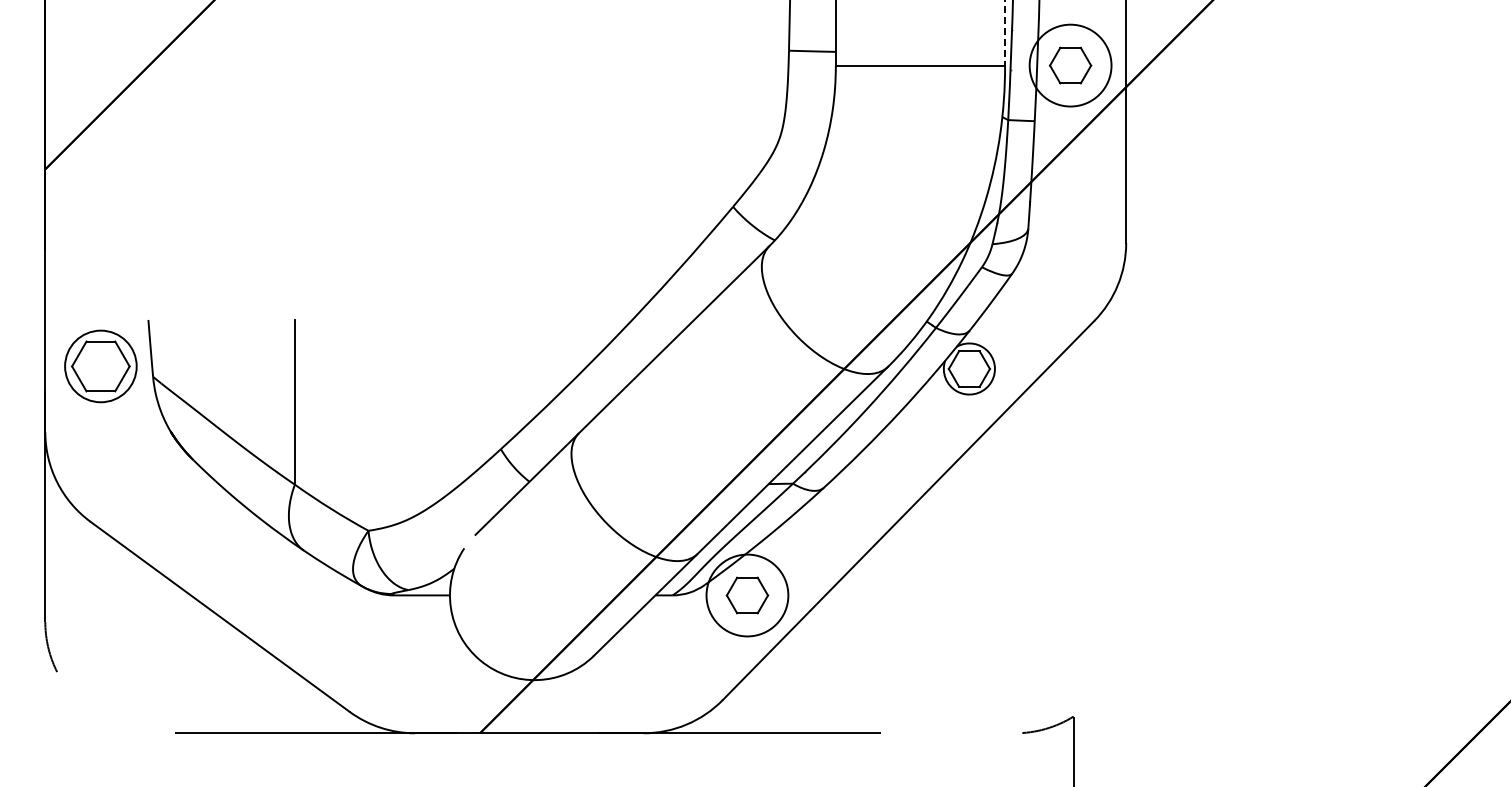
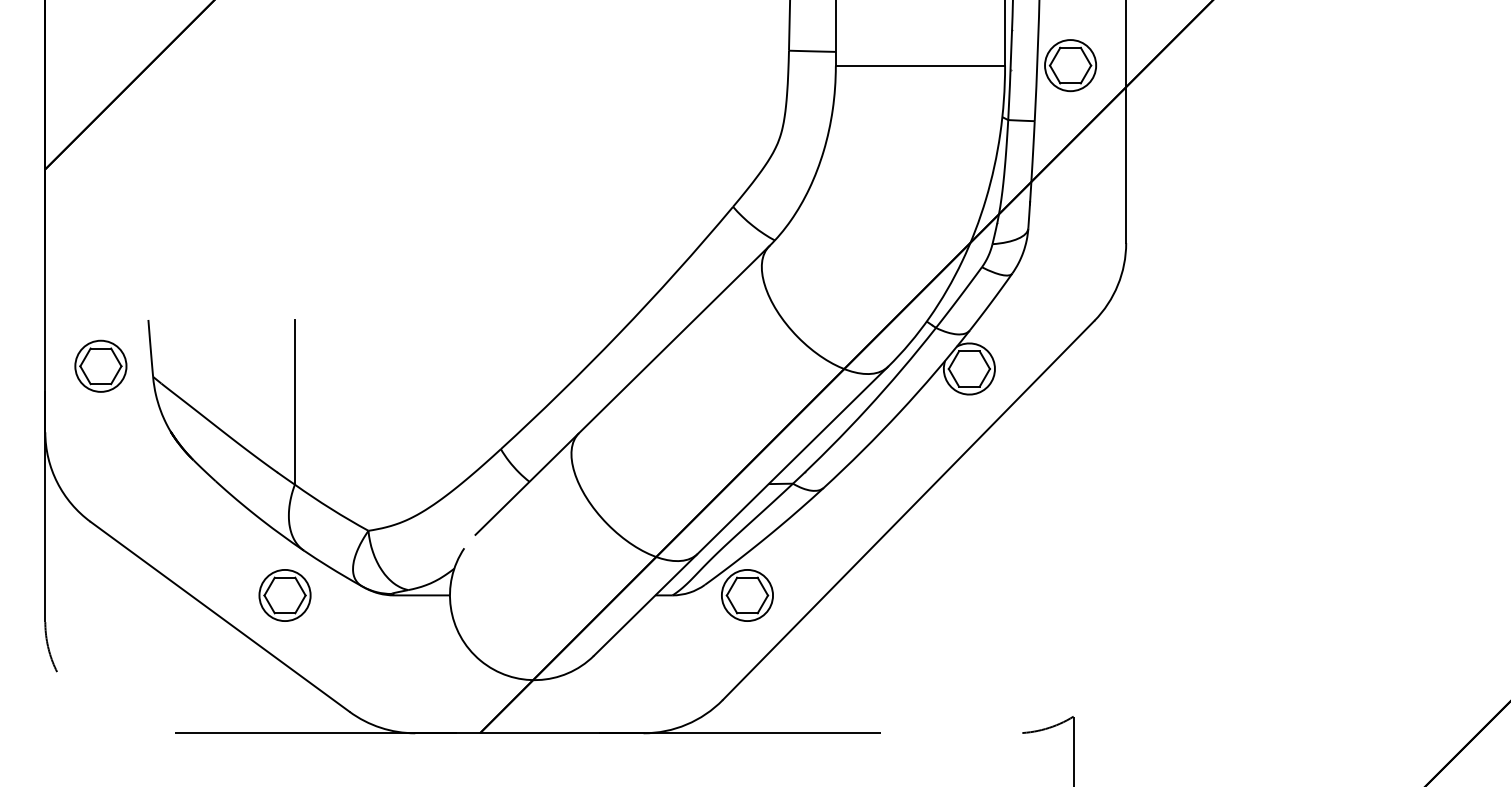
line at (1005, 33): dashed -> solid
circle at (1070, 65) diameter: 82 px -> 51 px
part at (100, 366) size: 74x75 px -> 54x54 px
part at (284, 595): none -> present
circle at (747, 595) diameter: 82 px -> 51 px
